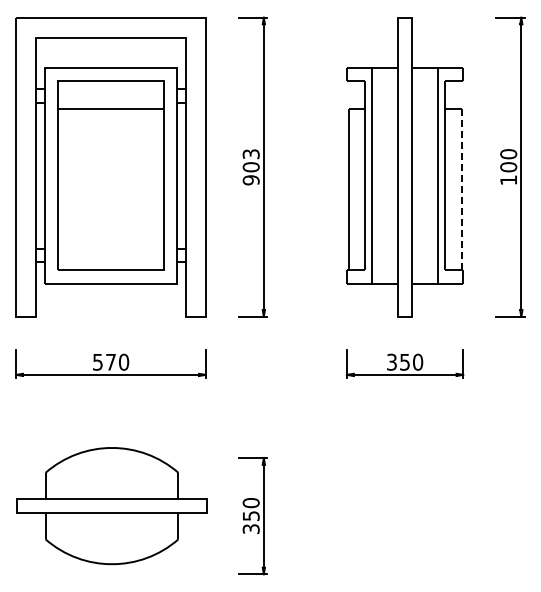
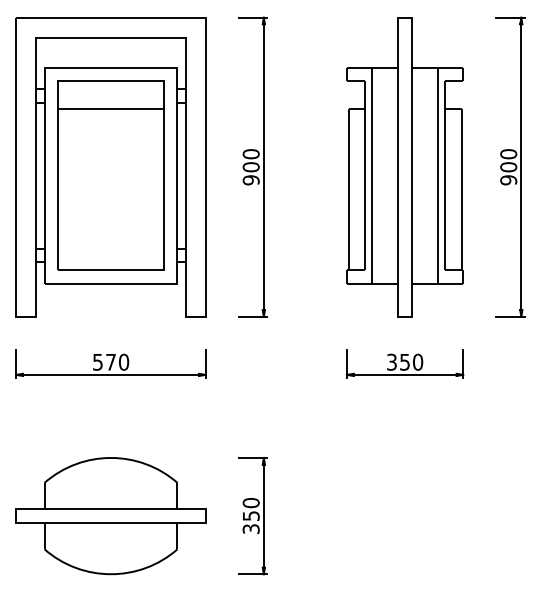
text at (250, 154): 903 -> 900
text at (508, 180): 100 -> 900
line at (461, 189): dashed -> solid
part at (111, 506) position: (111, 506) -> (110, 516)
